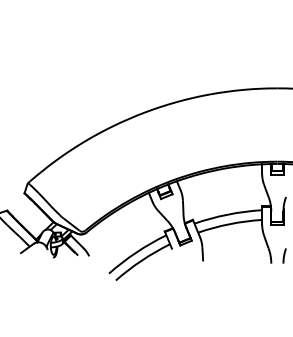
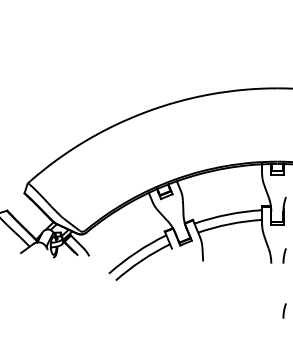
line at (284, 310): none -> present
